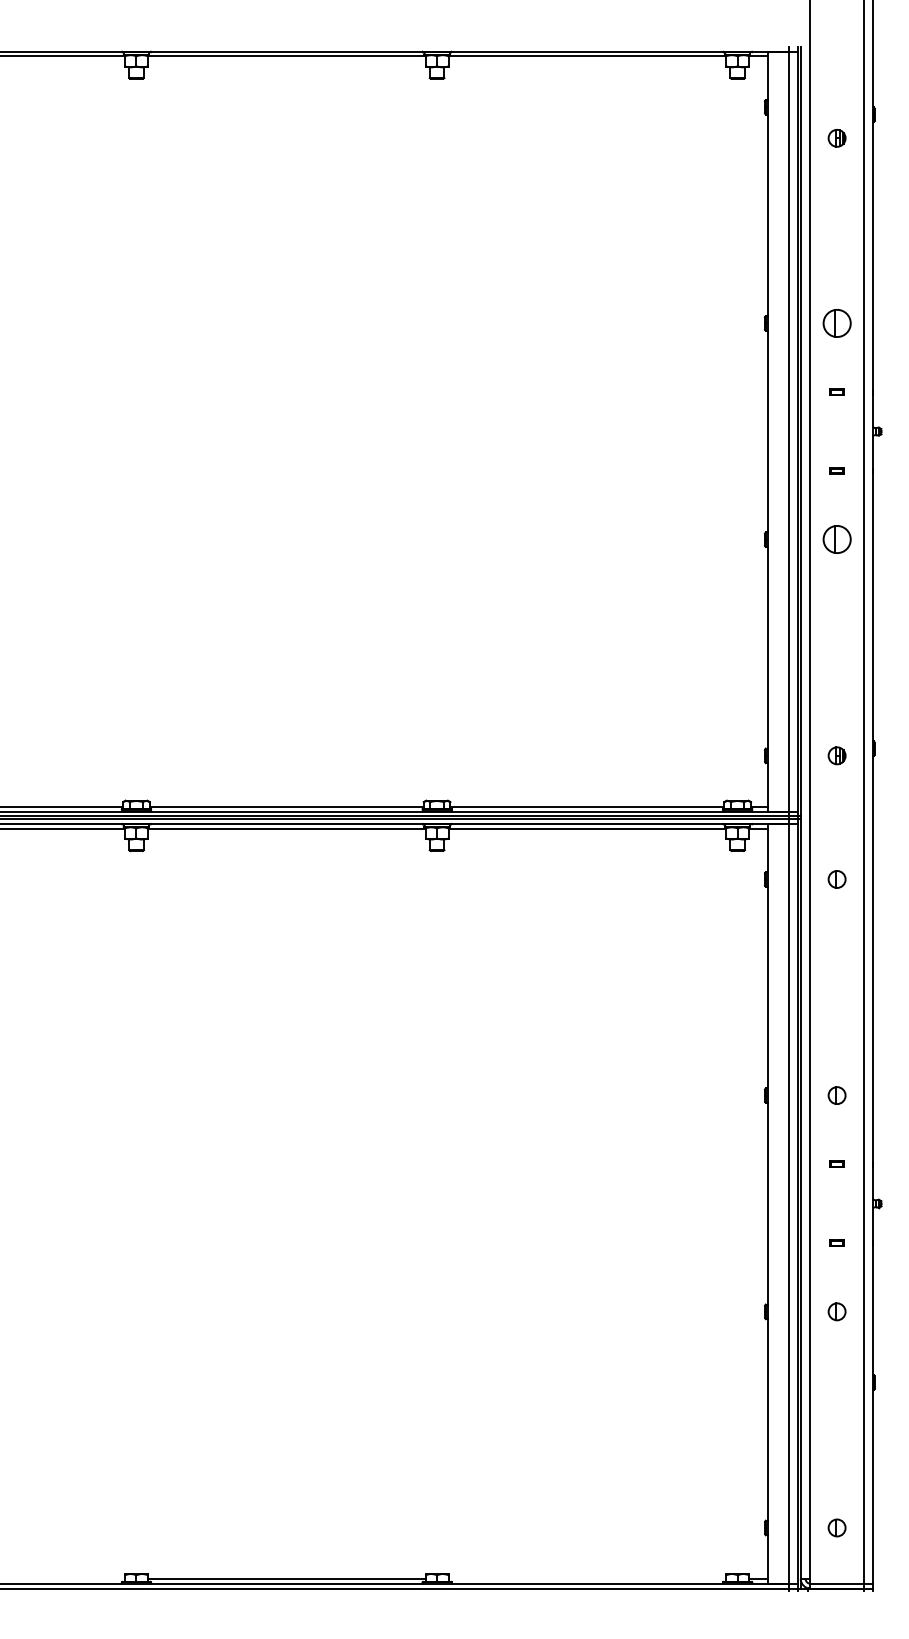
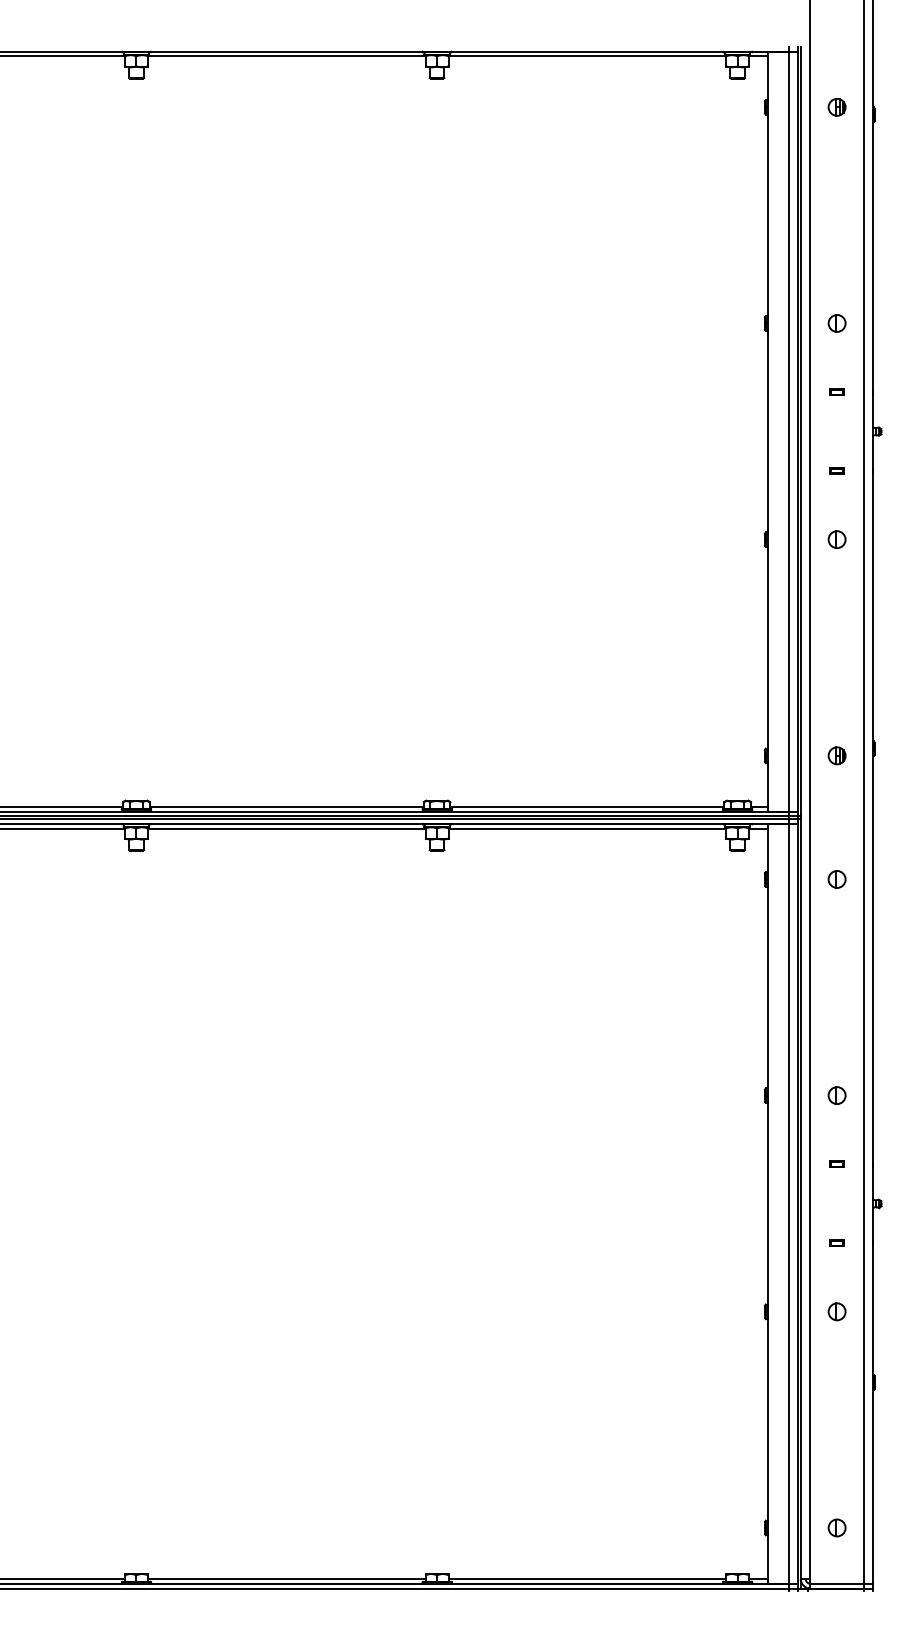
part at (836, 138) position: (836, 138) -> (836, 107)
part at (836, 323) size: 30x29 px -> 20x19 px
part at (836, 539) size: 30x29 px -> 20x20 px
line at (63, 1578): none -> present
line at (587, 1578): none -> present
